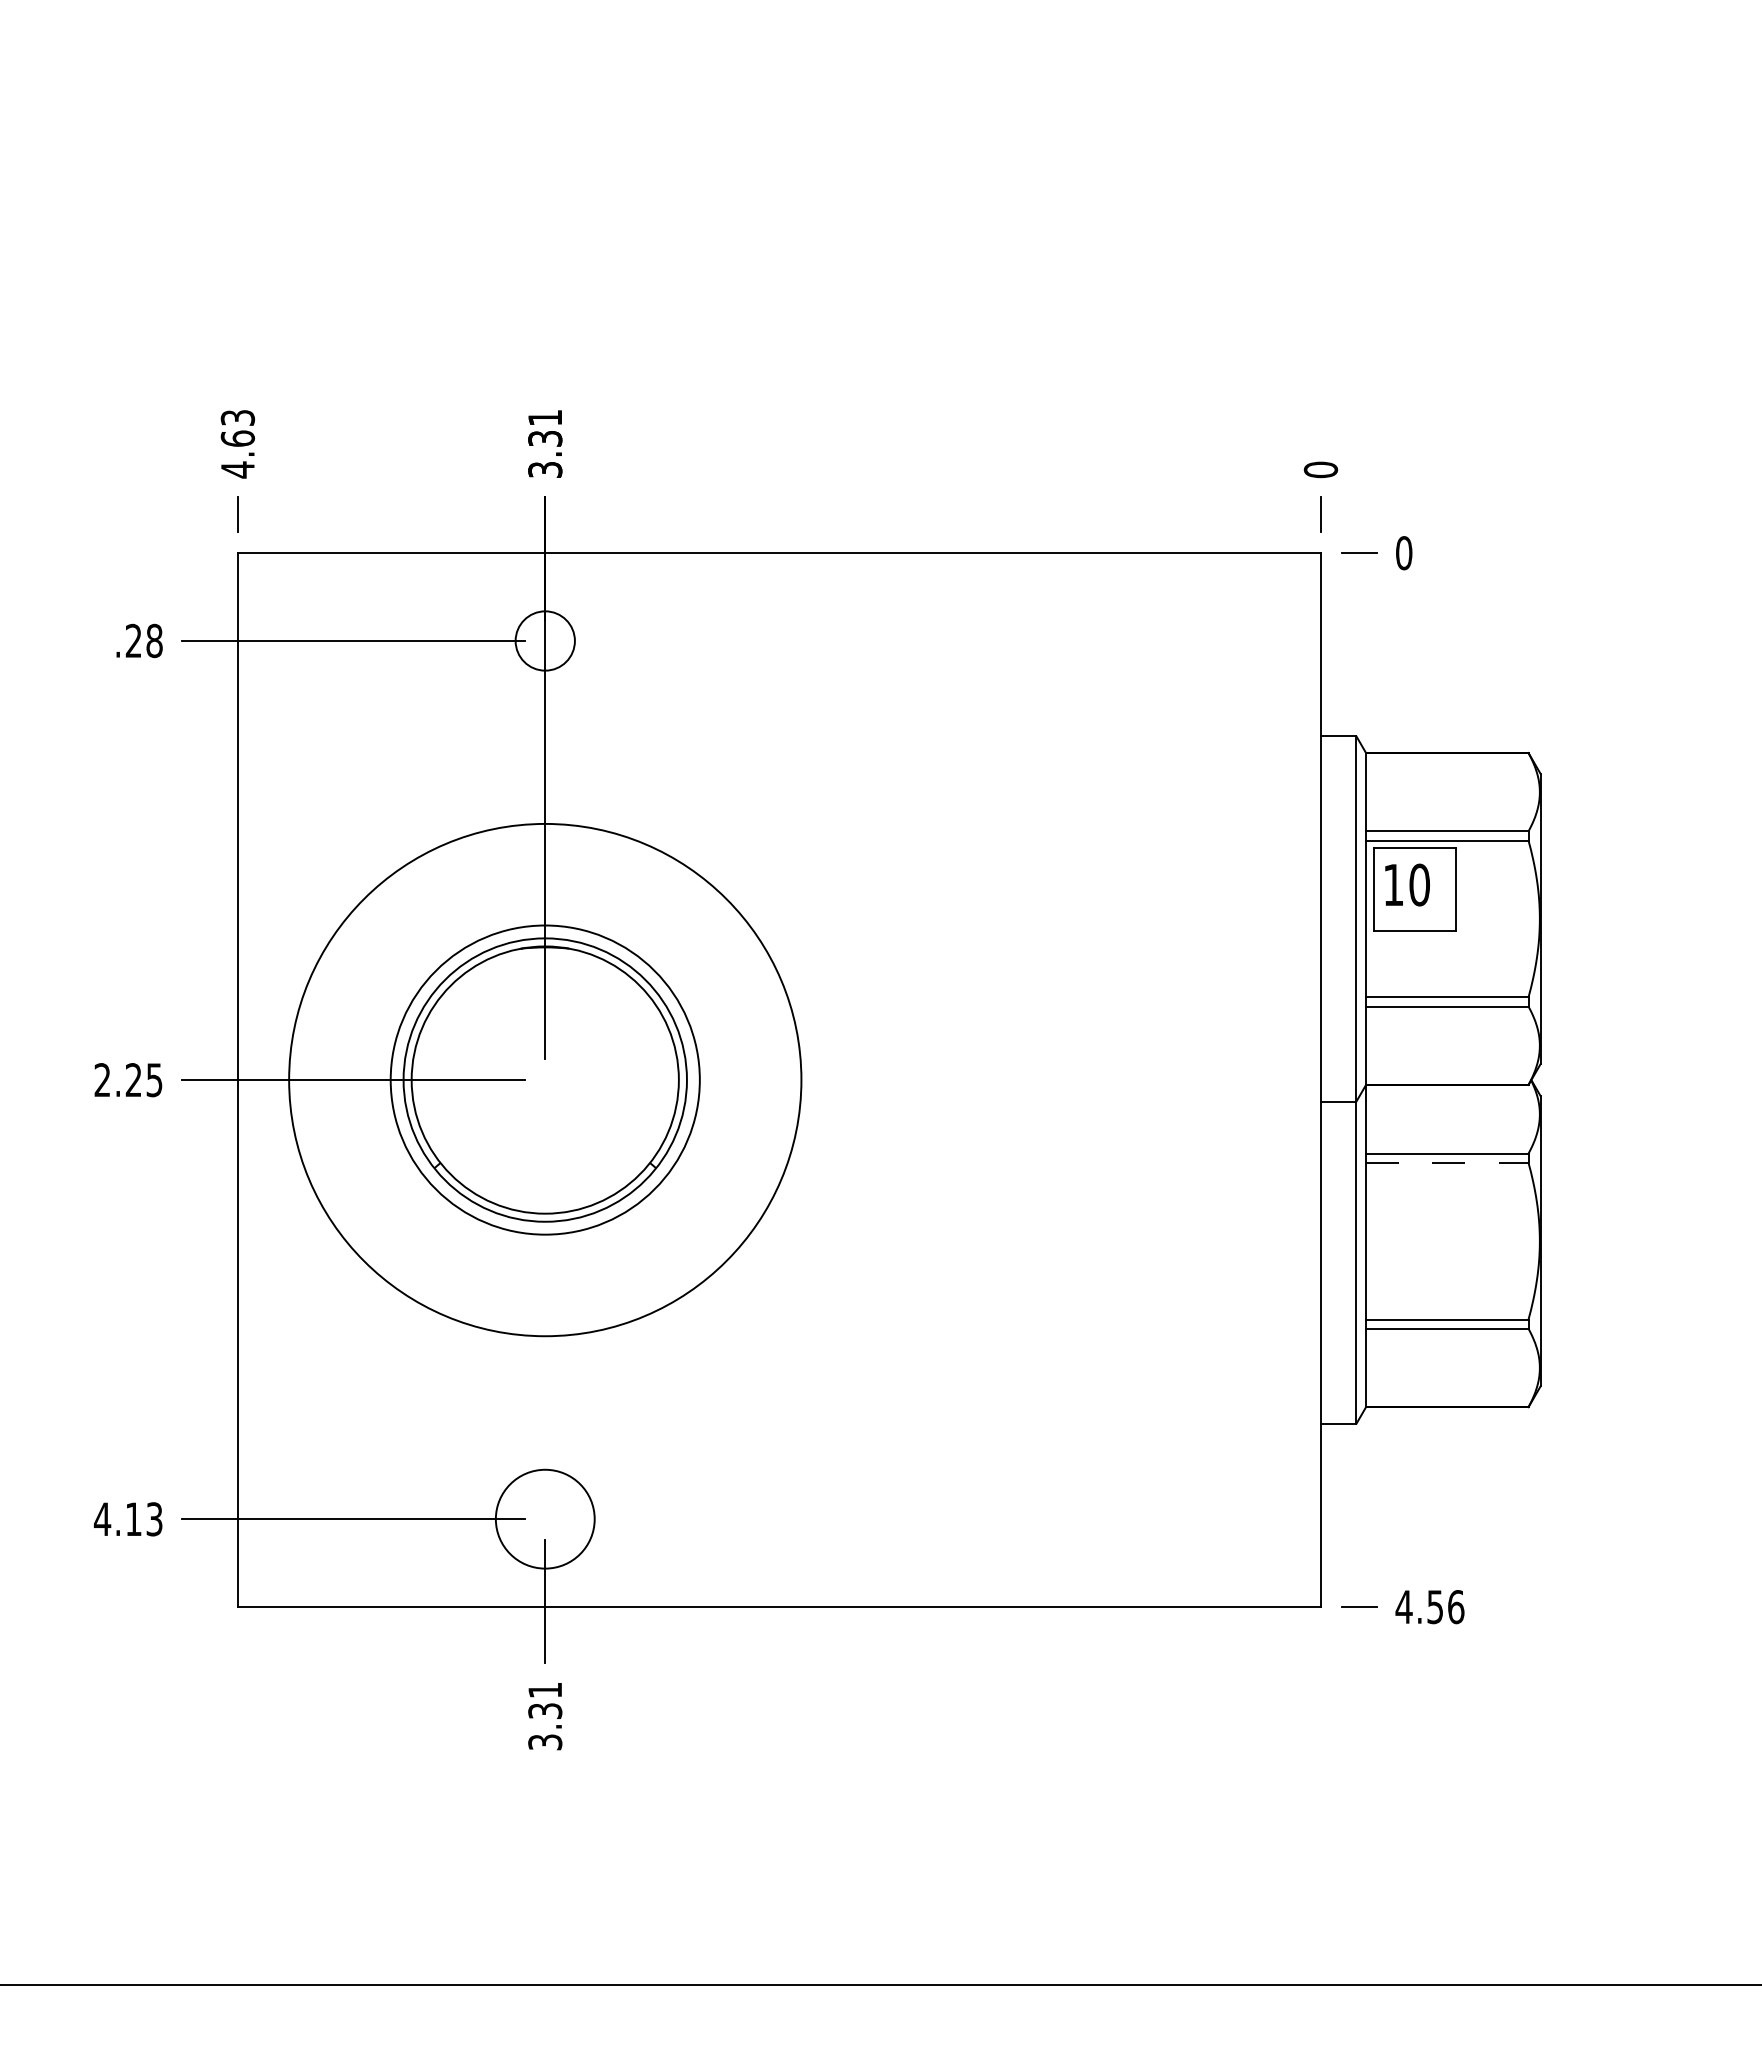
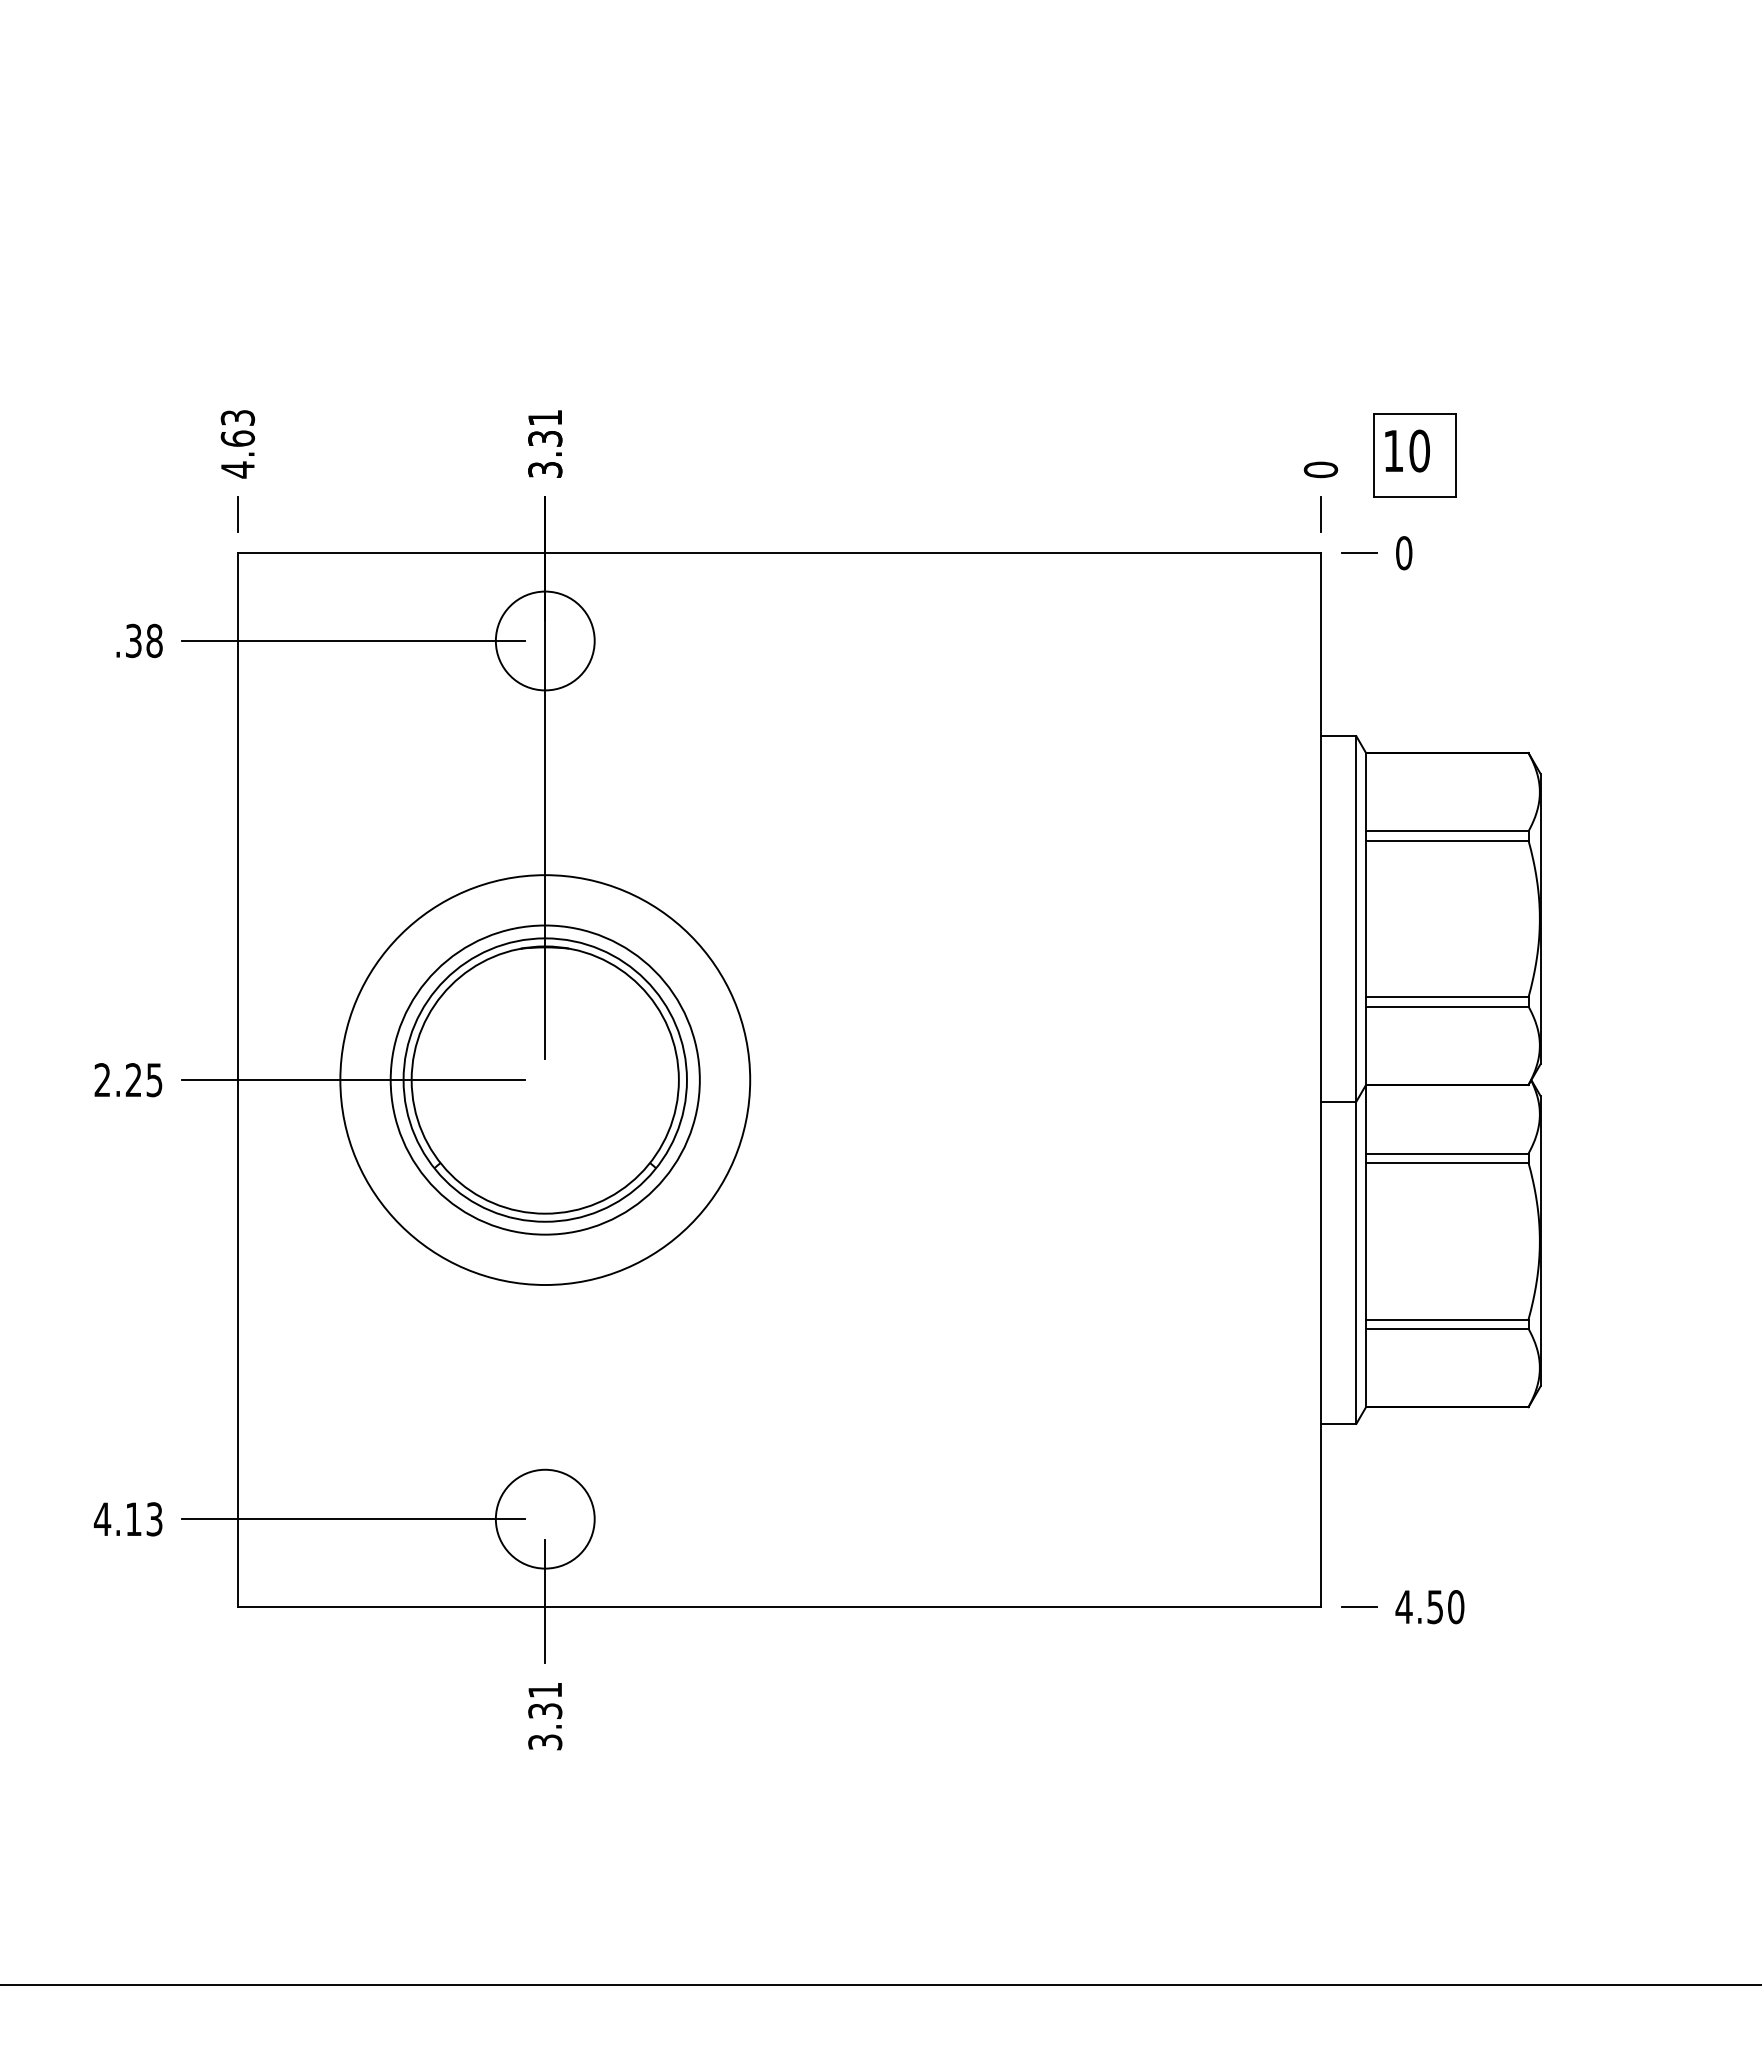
circle at (544, 640) diameter: 59 px -> 99 px
text at (133, 641): .28 -> .38
part at (1414, 889) position: (1414, 889) -> (1414, 455)
circle at (545, 1079) diameter: 512 px -> 410 px
line at (1447, 1162): dashed -> solid
text at (1456, 1606): 4.56 -> 4.50
